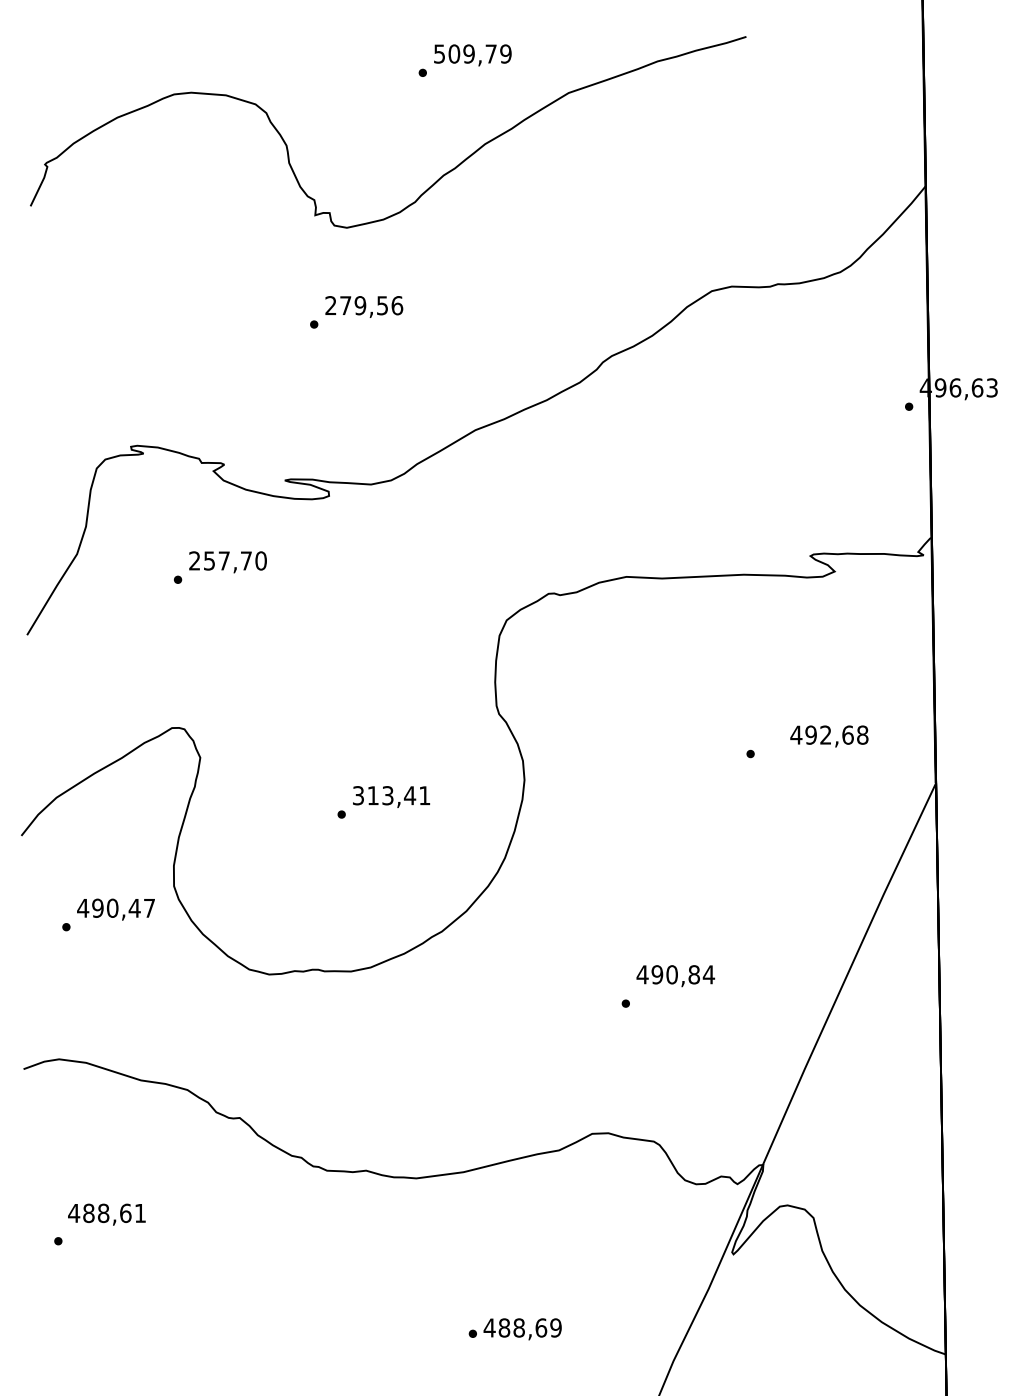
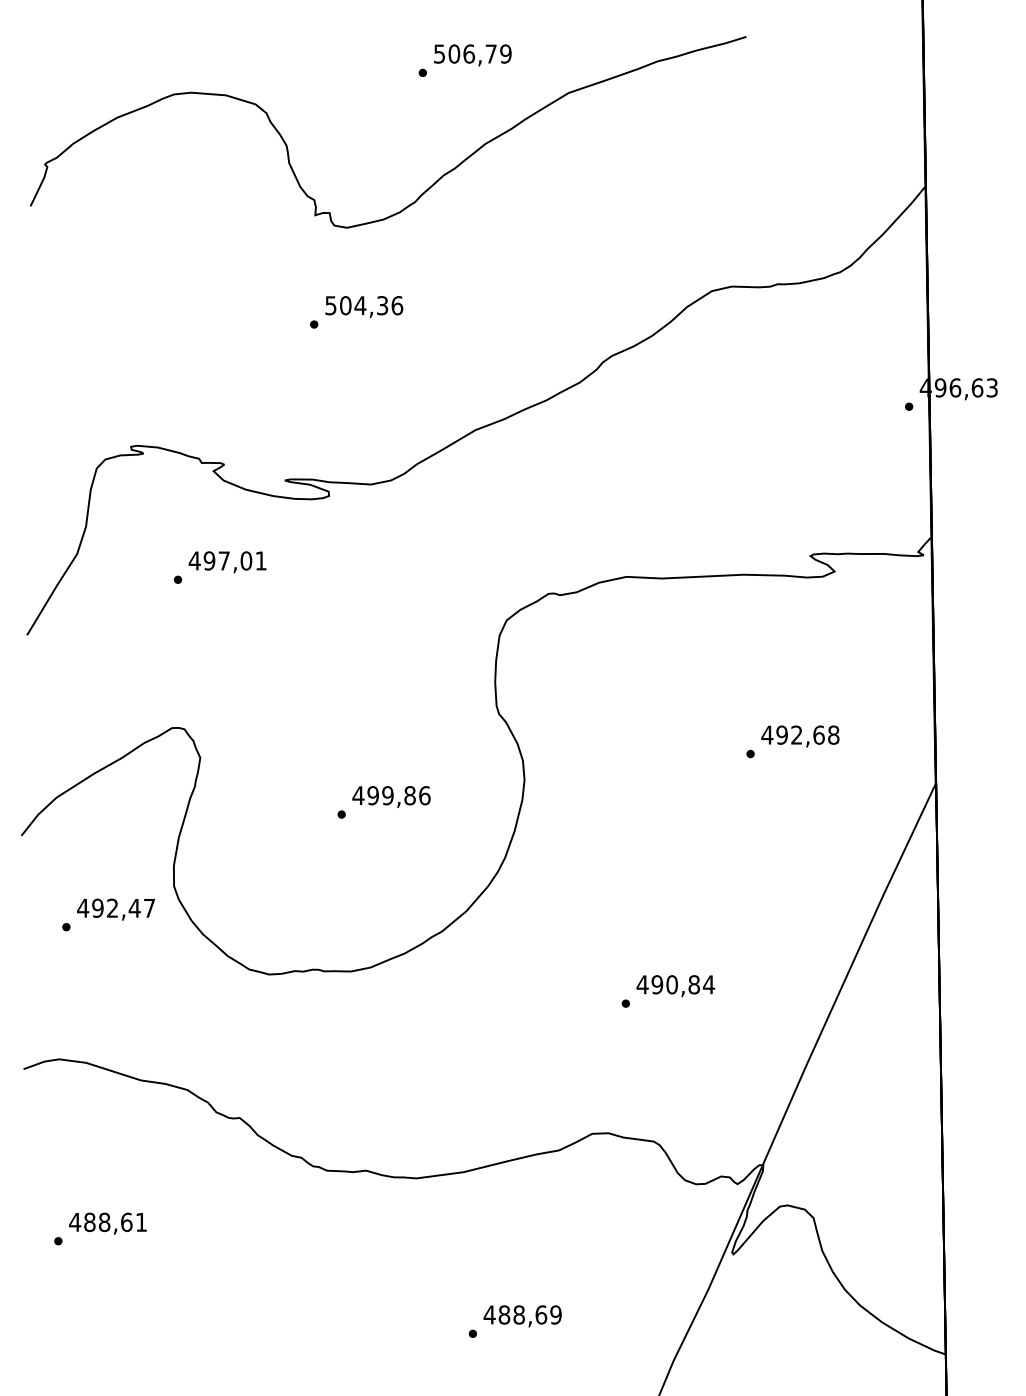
text at (468, 53): 509,79 -> 506,79
text at (356, 305): 279,56 -> 504,36
text at (227, 560): 257,70 -> 497,01
text at (829, 736) position: (829, 736) -> (800, 736)
text at (391, 795): 313,41 -> 499,86
text at (112, 907): 490,47 -> 492,47
text at (675, 976) position: (675, 976) -> (675, 986)
text at (106, 1214) position: (106, 1214) -> (107, 1223)
text at (522, 1329) position: (522, 1329) -> (522, 1316)
